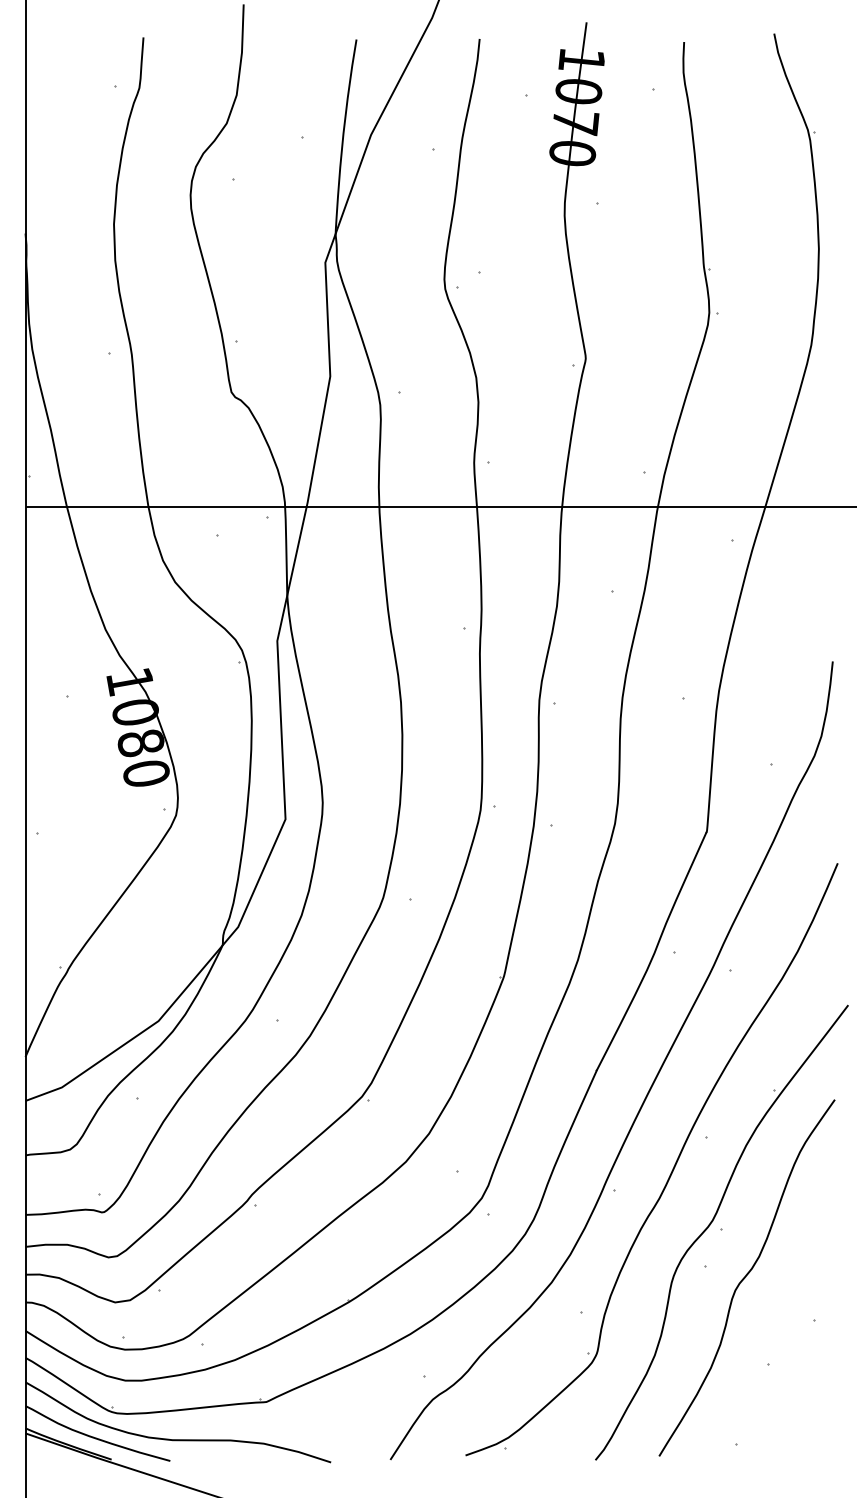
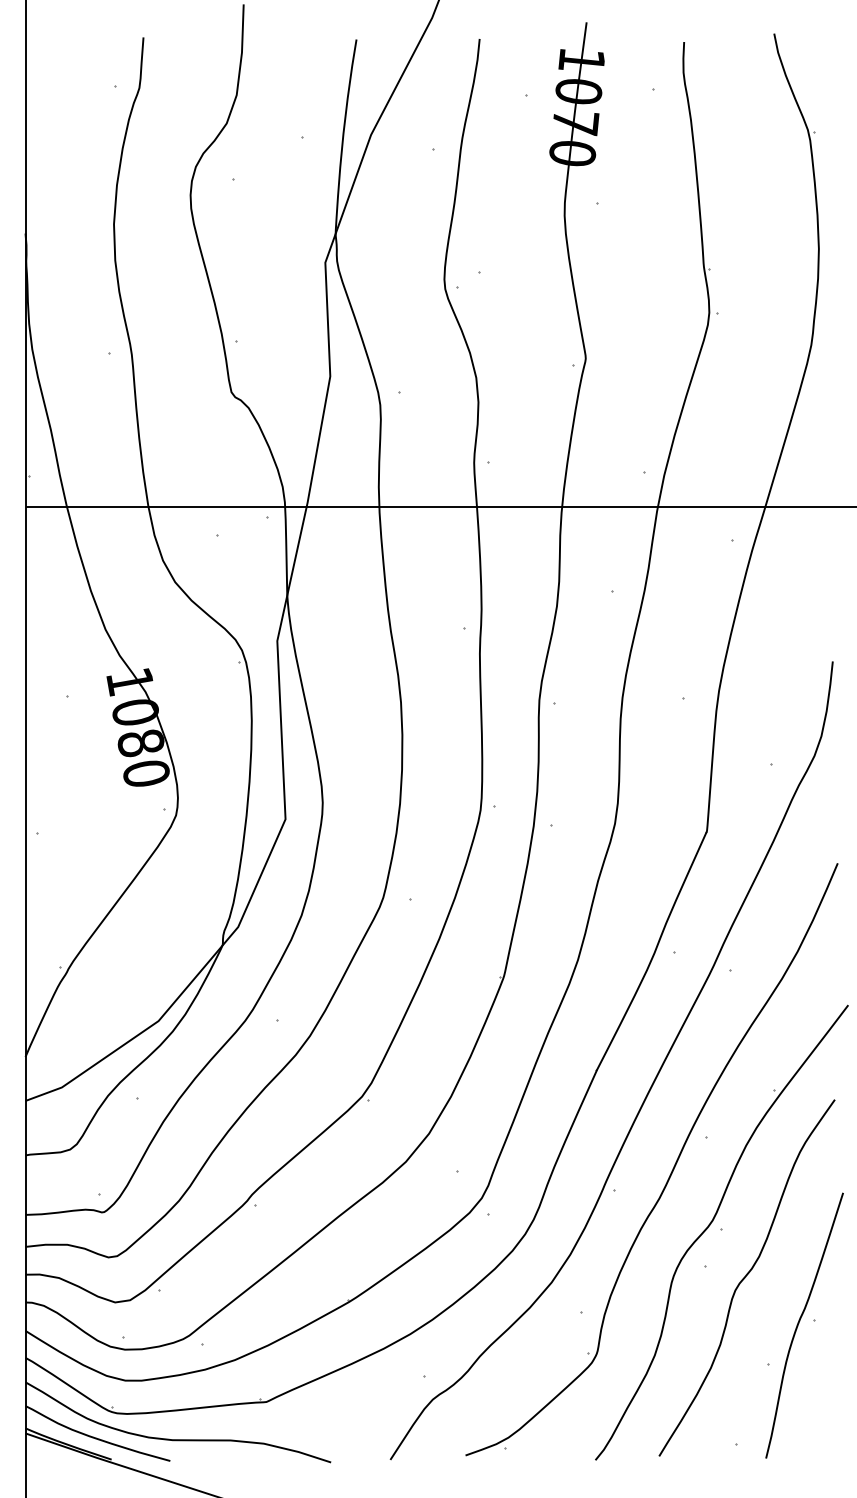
curve at (799, 1323): none -> present
